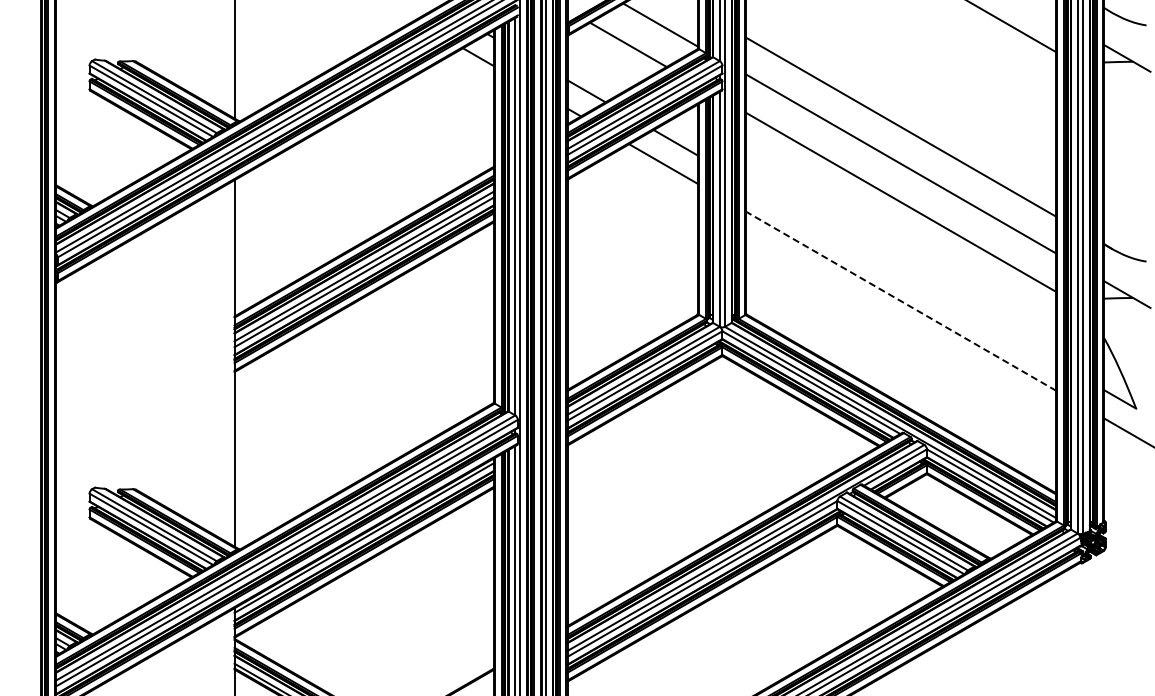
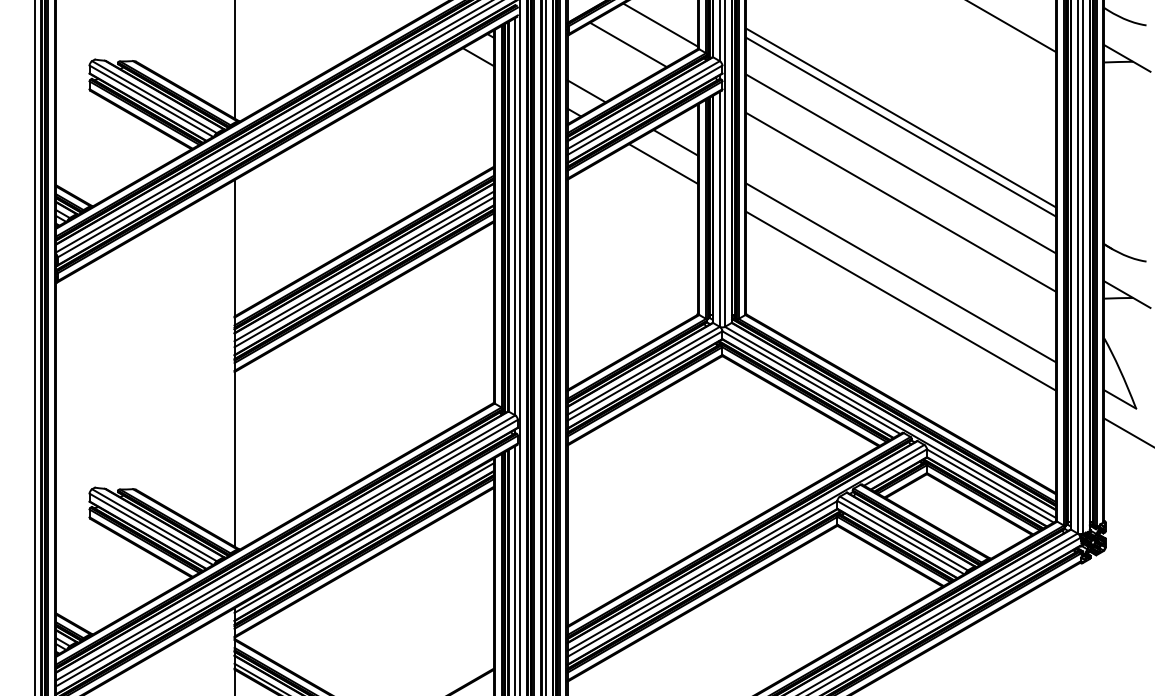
line at (901, 117): none -> present
line at (901, 272): none -> present
line at (901, 301): dashed -> solid
line at (34, 347): none -> present
